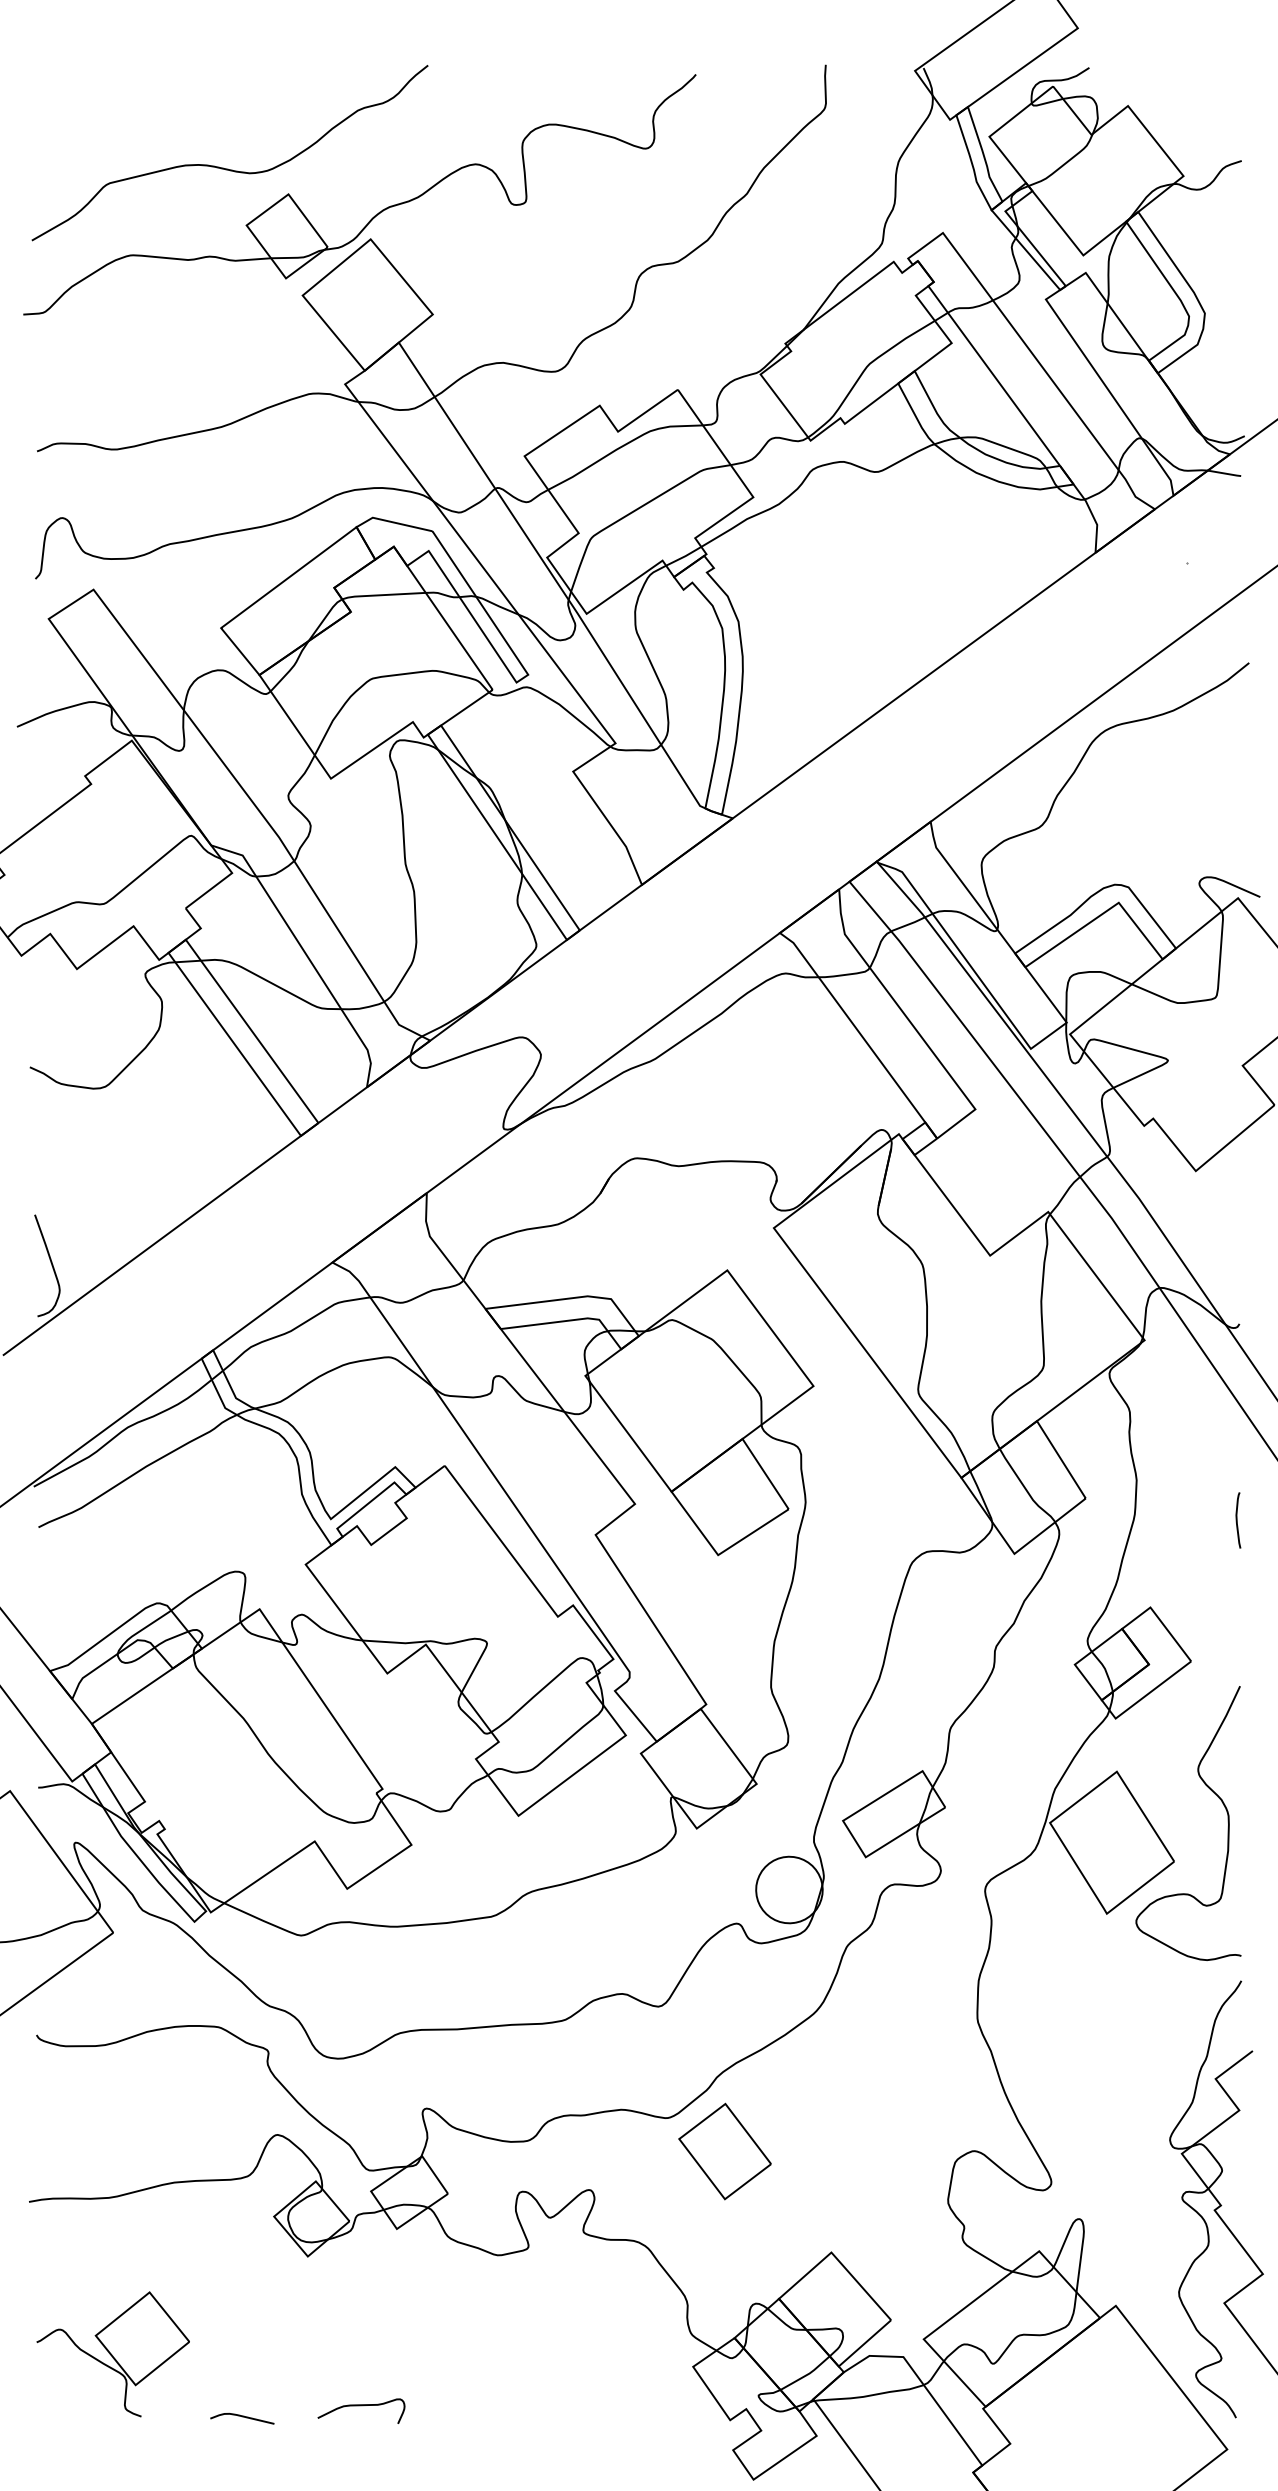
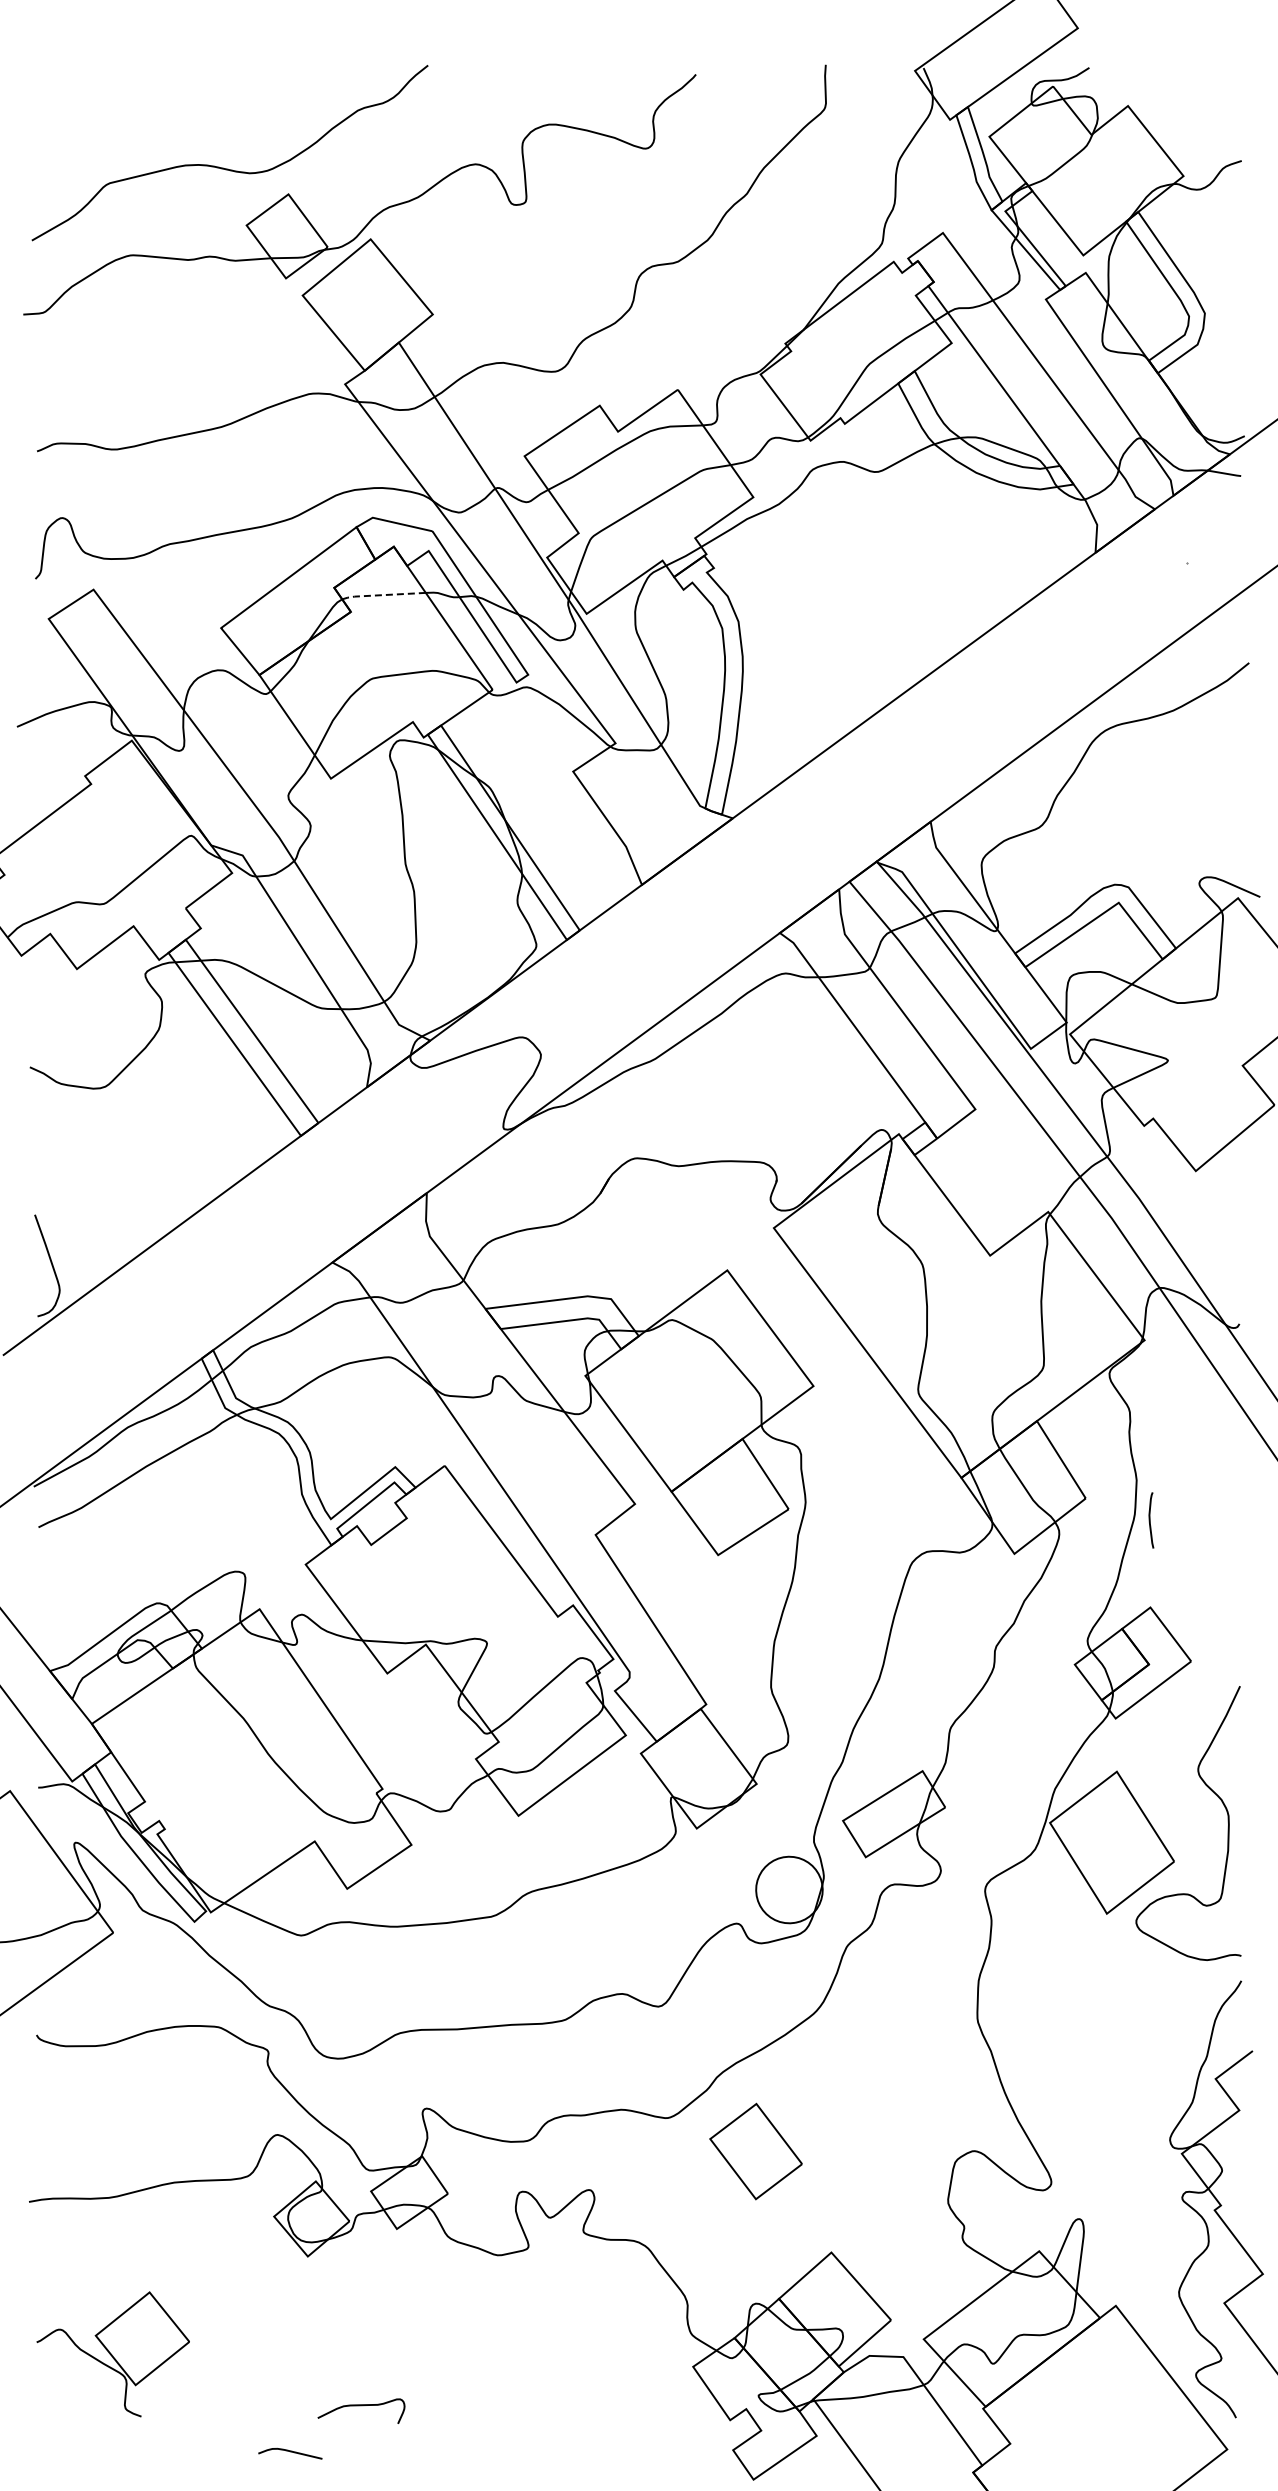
line at (383, 595): solid -> dashed
curve at (1237, 1520) position: (1237, 1520) -> (1150, 1520)
part at (724, 2151) position: (724, 2151) -> (755, 2151)
curve at (242, 2417) position: (242, 2417) -> (290, 2452)
